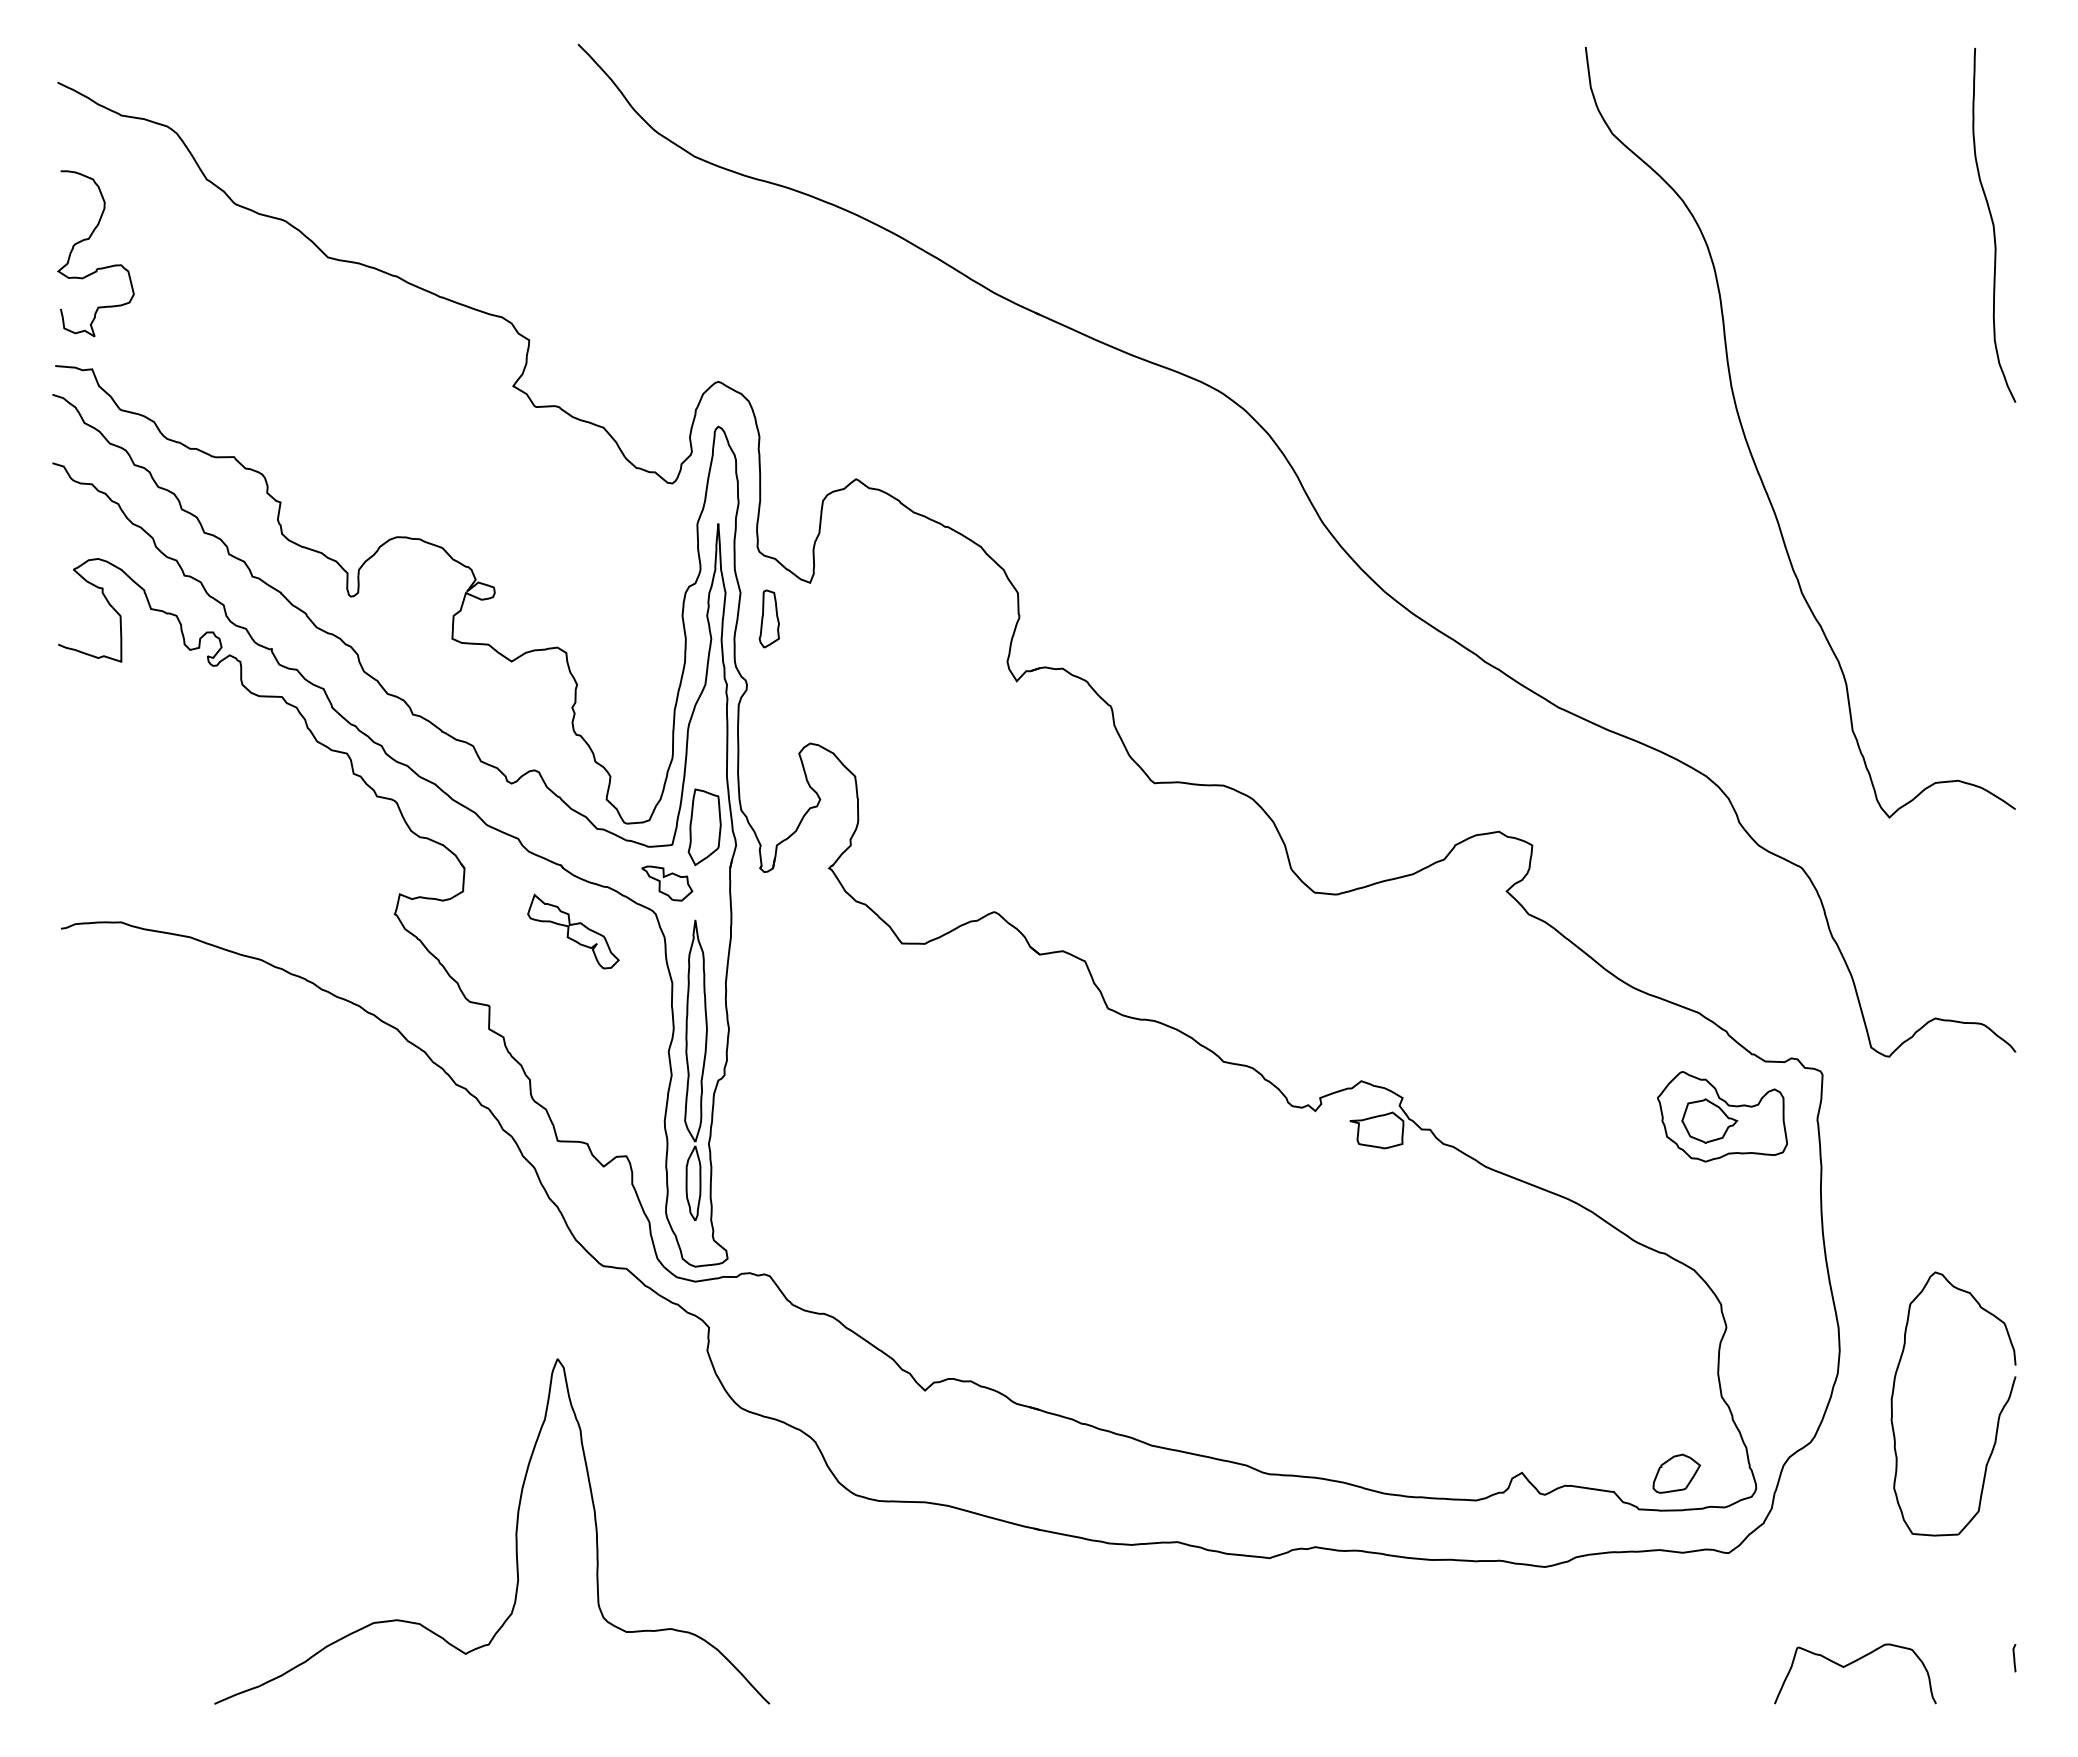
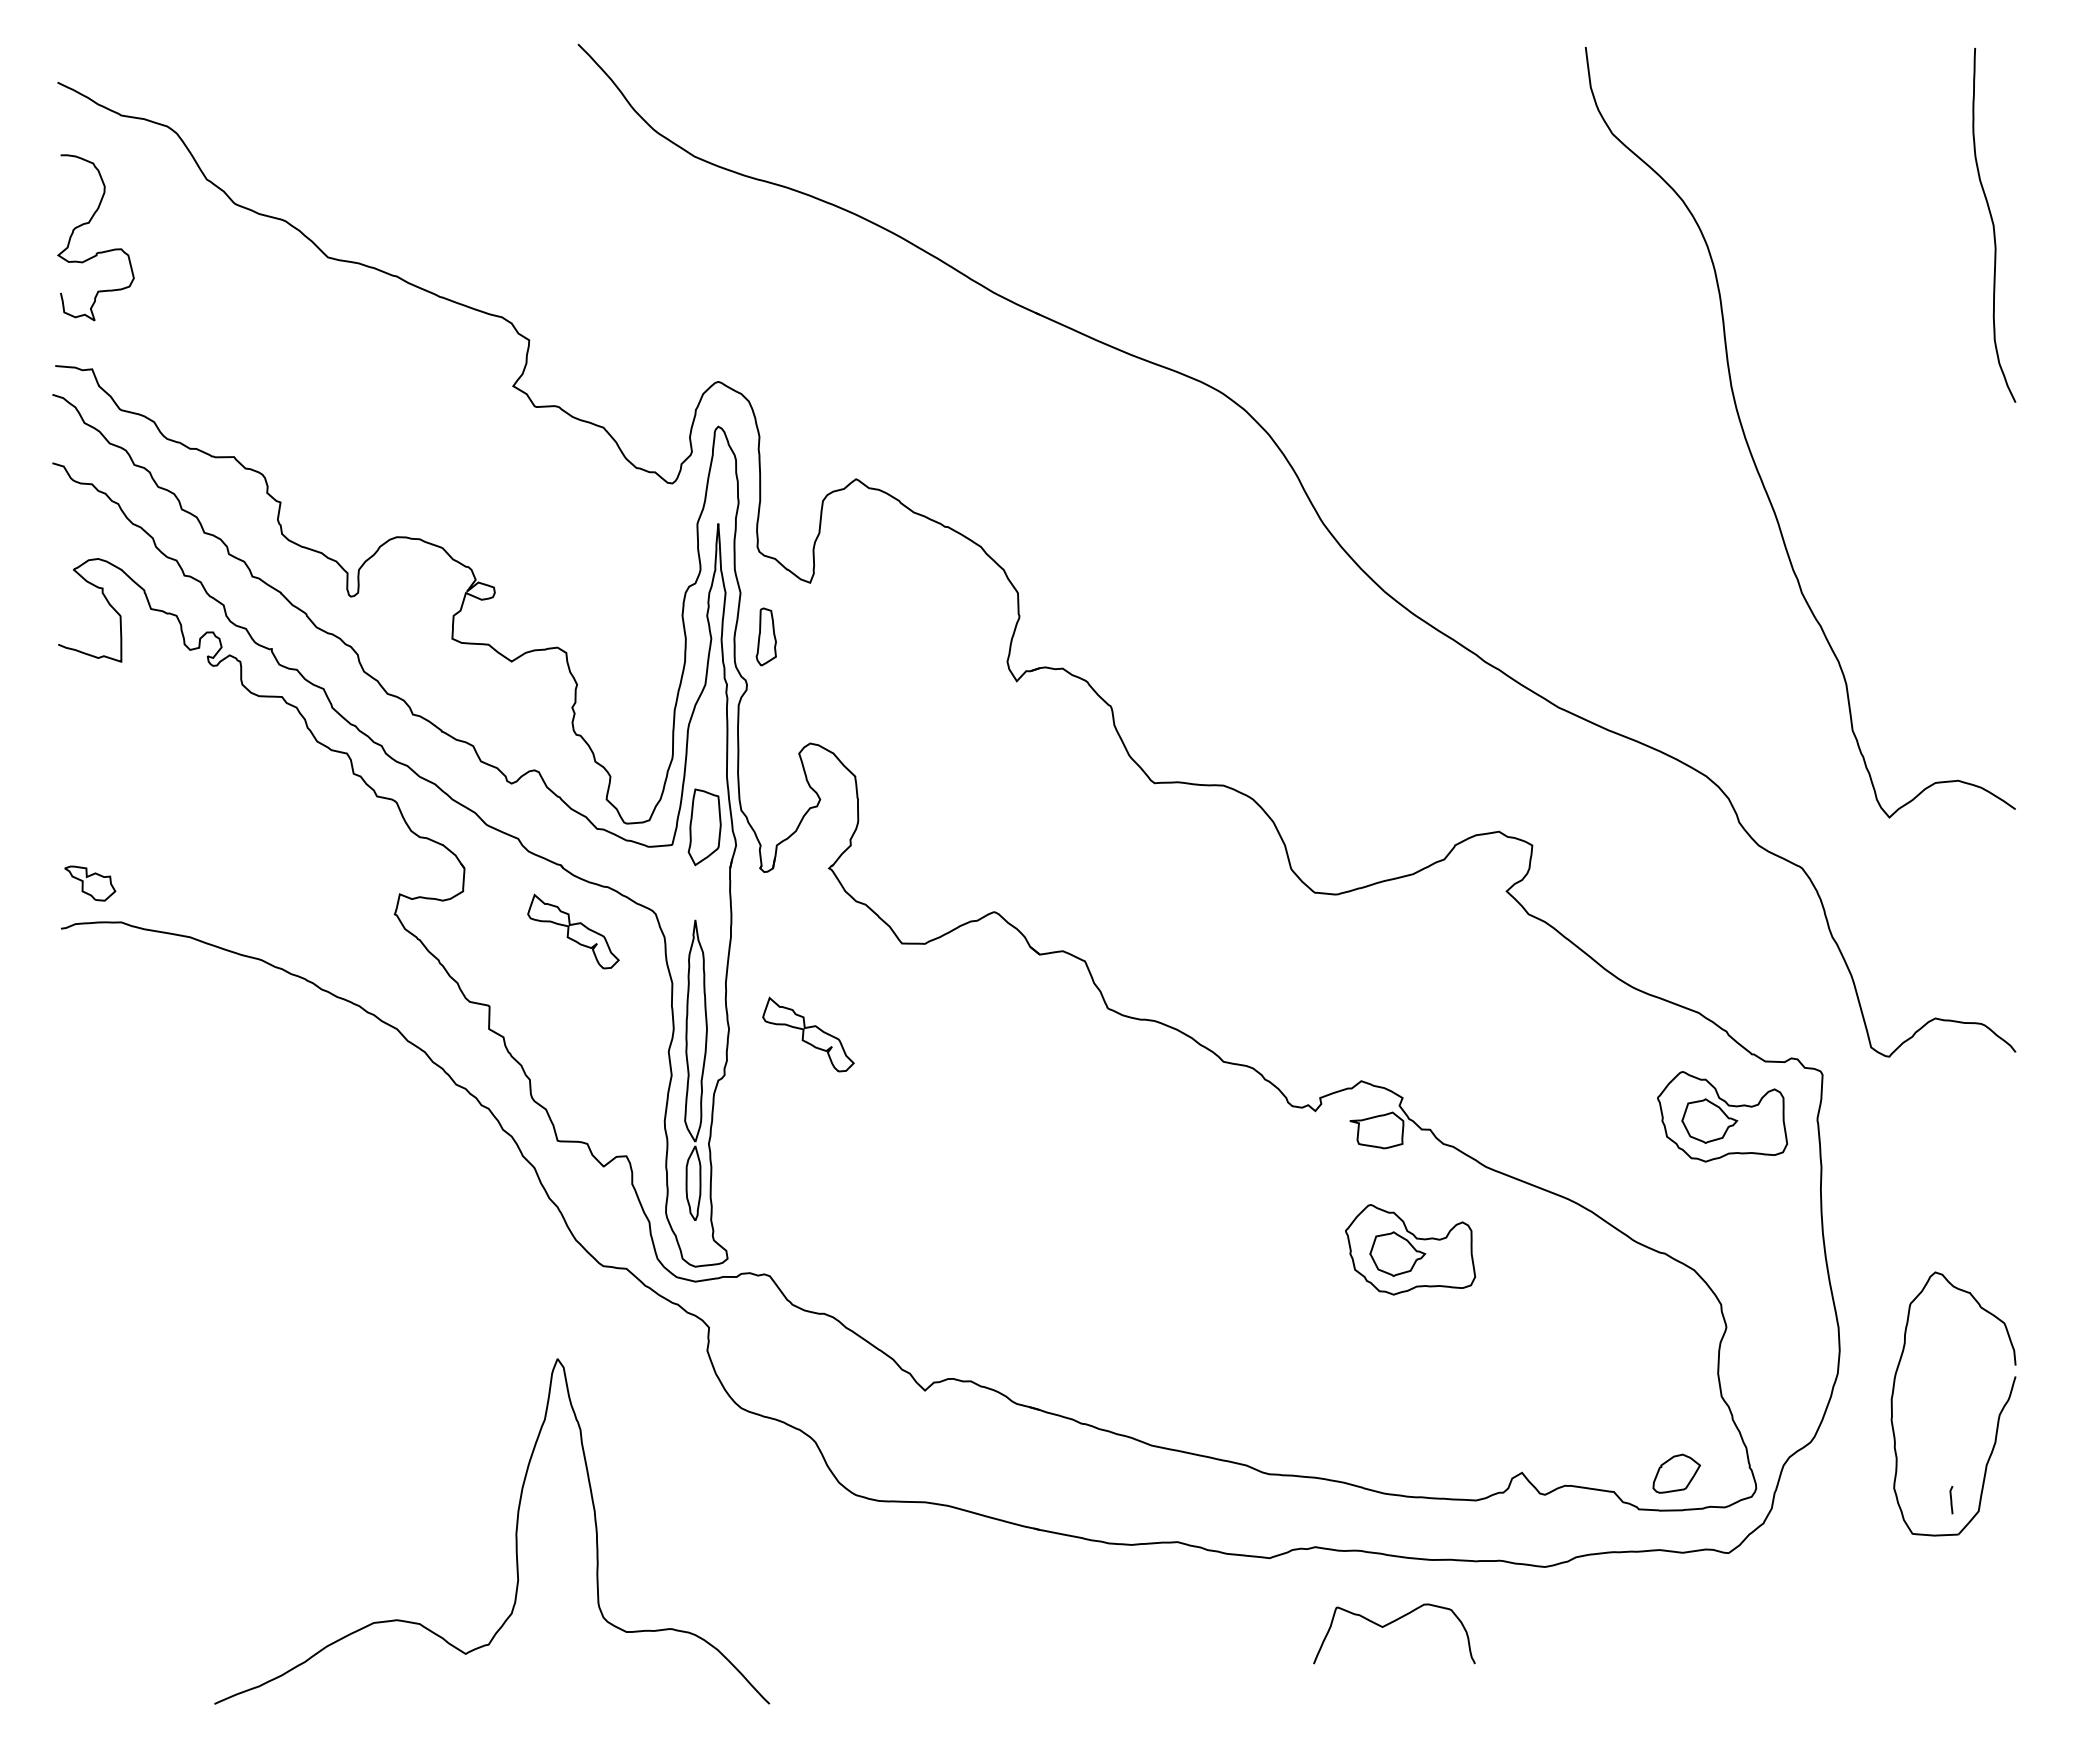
curve at (98, 267) position: (98, 267) -> (98, 251)
part at (768, 618) position: (768, 618) -> (765, 636)
part at (667, 883) position: (667, 883) -> (90, 883)
part at (808, 1034): none -> present
part at (1410, 1249): none -> present
curve at (2014, 1658) position: (2014, 1658) -> (1951, 1500)
curve at (1851, 1664) position: (1851, 1664) -> (1390, 1624)
